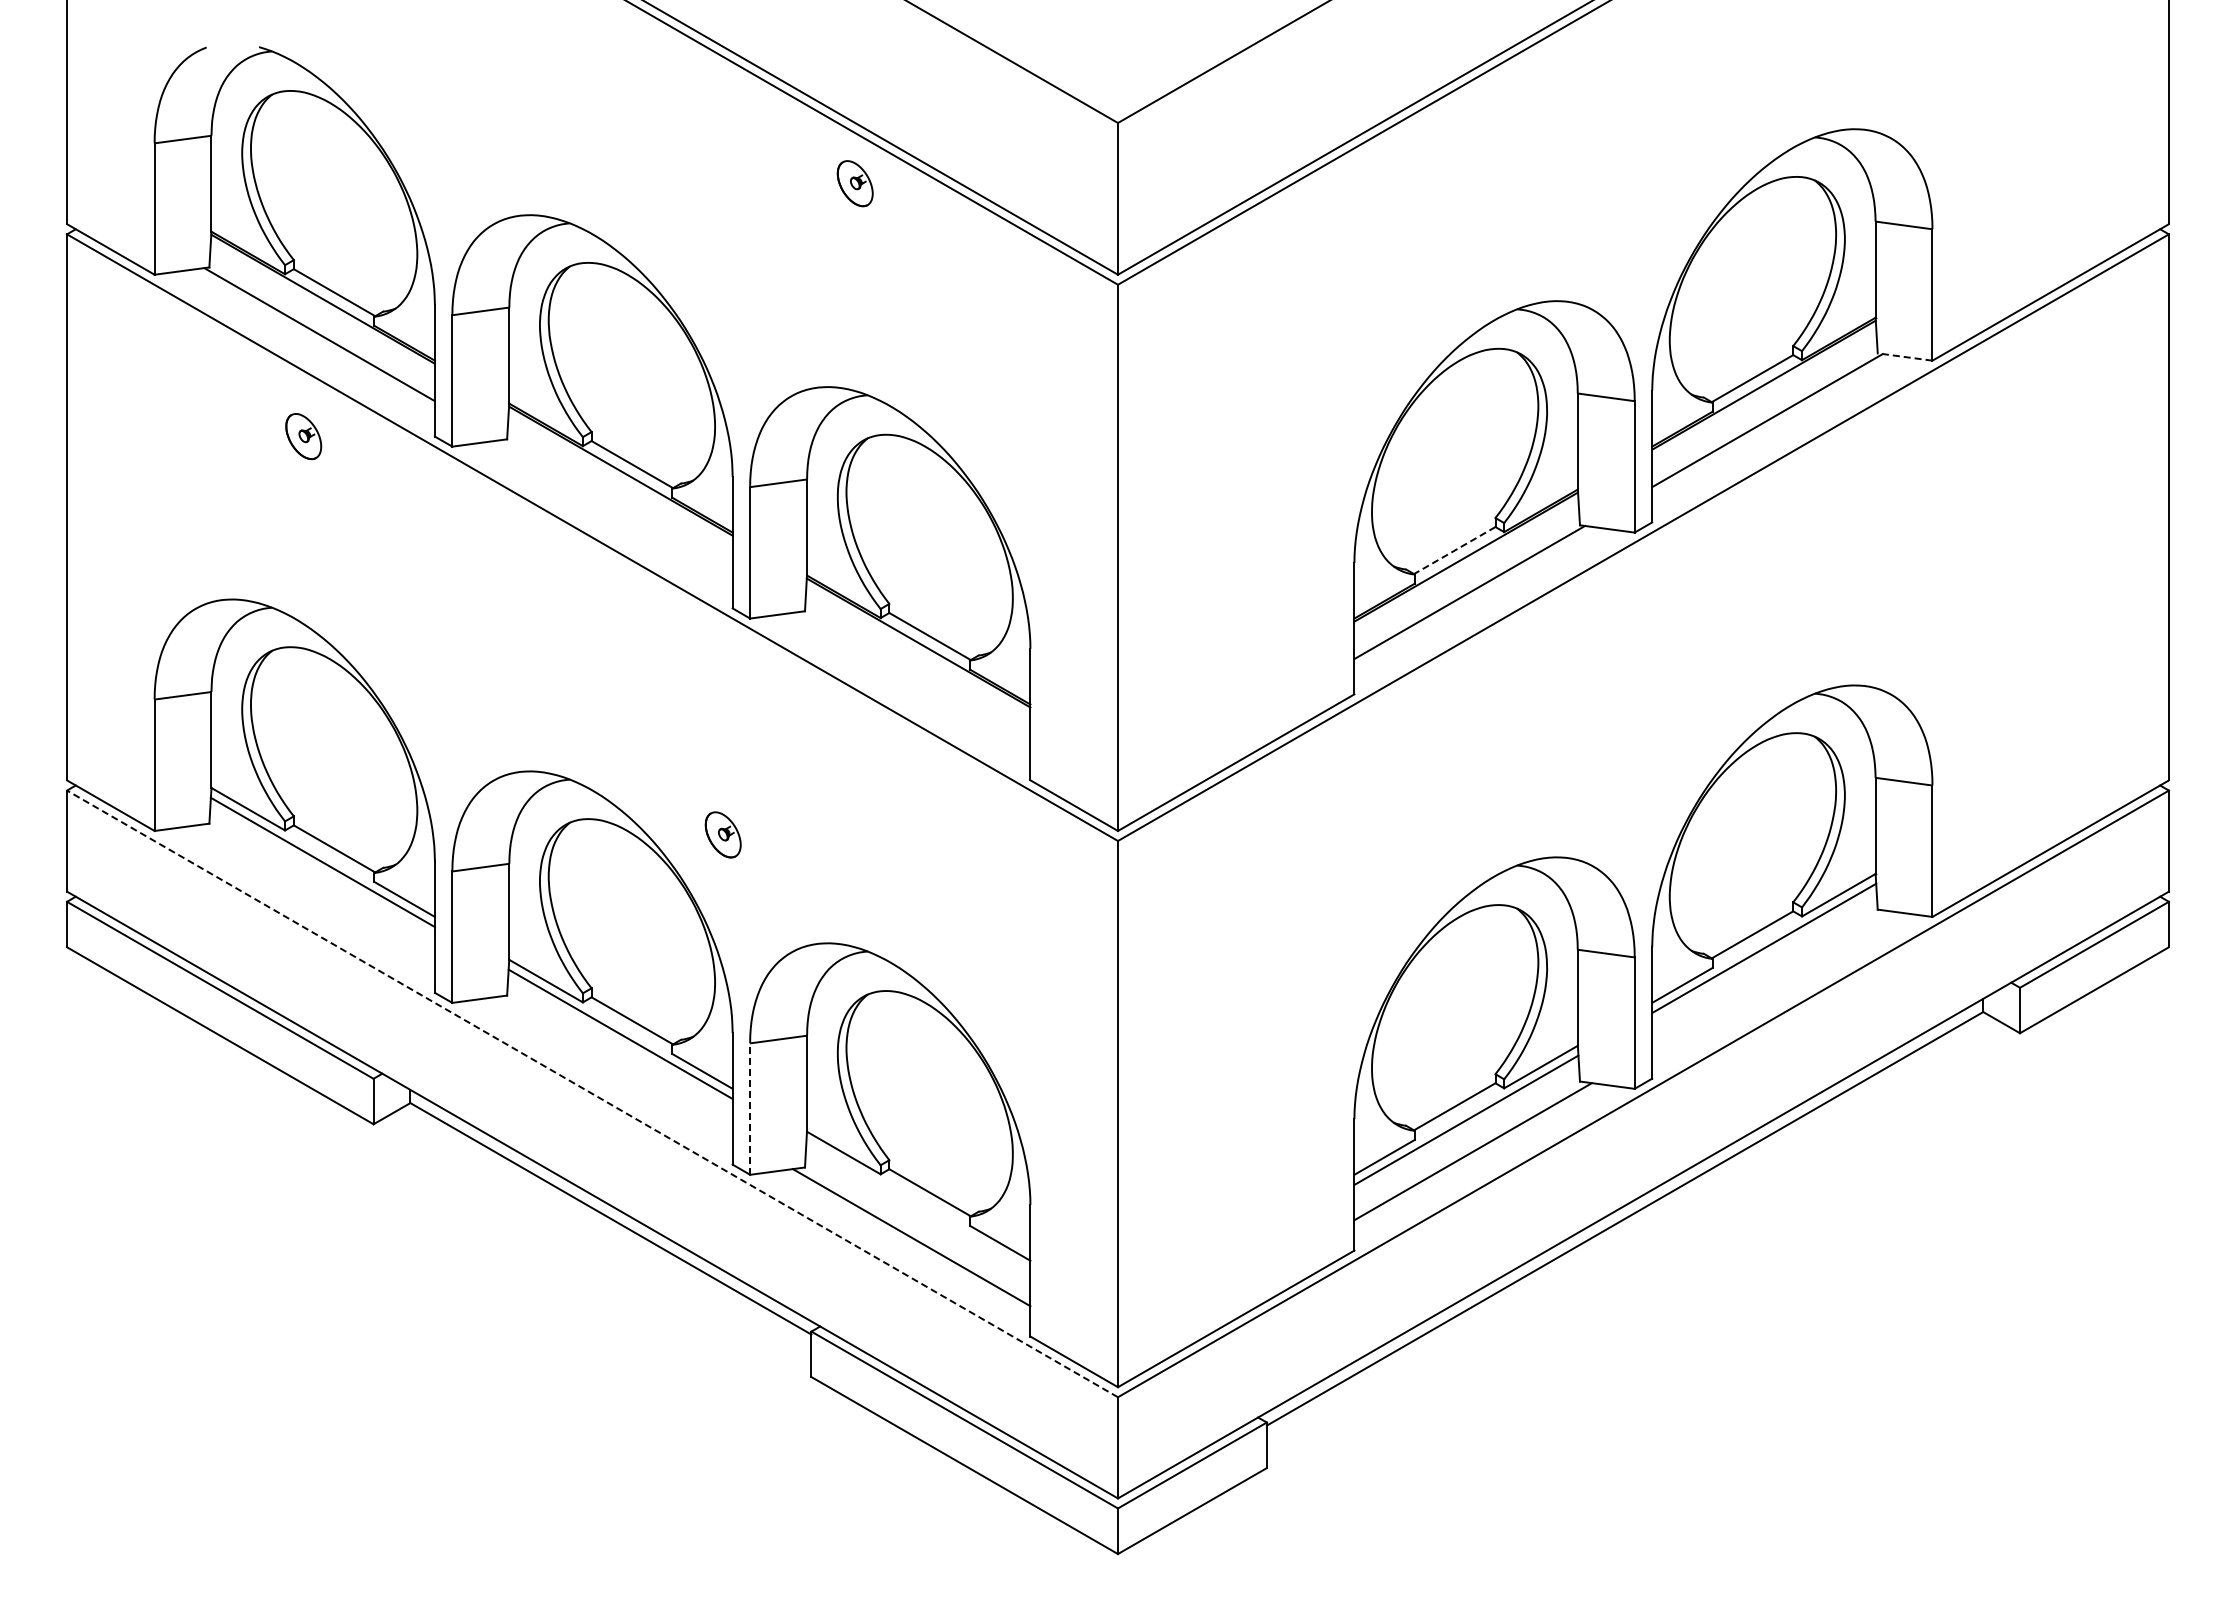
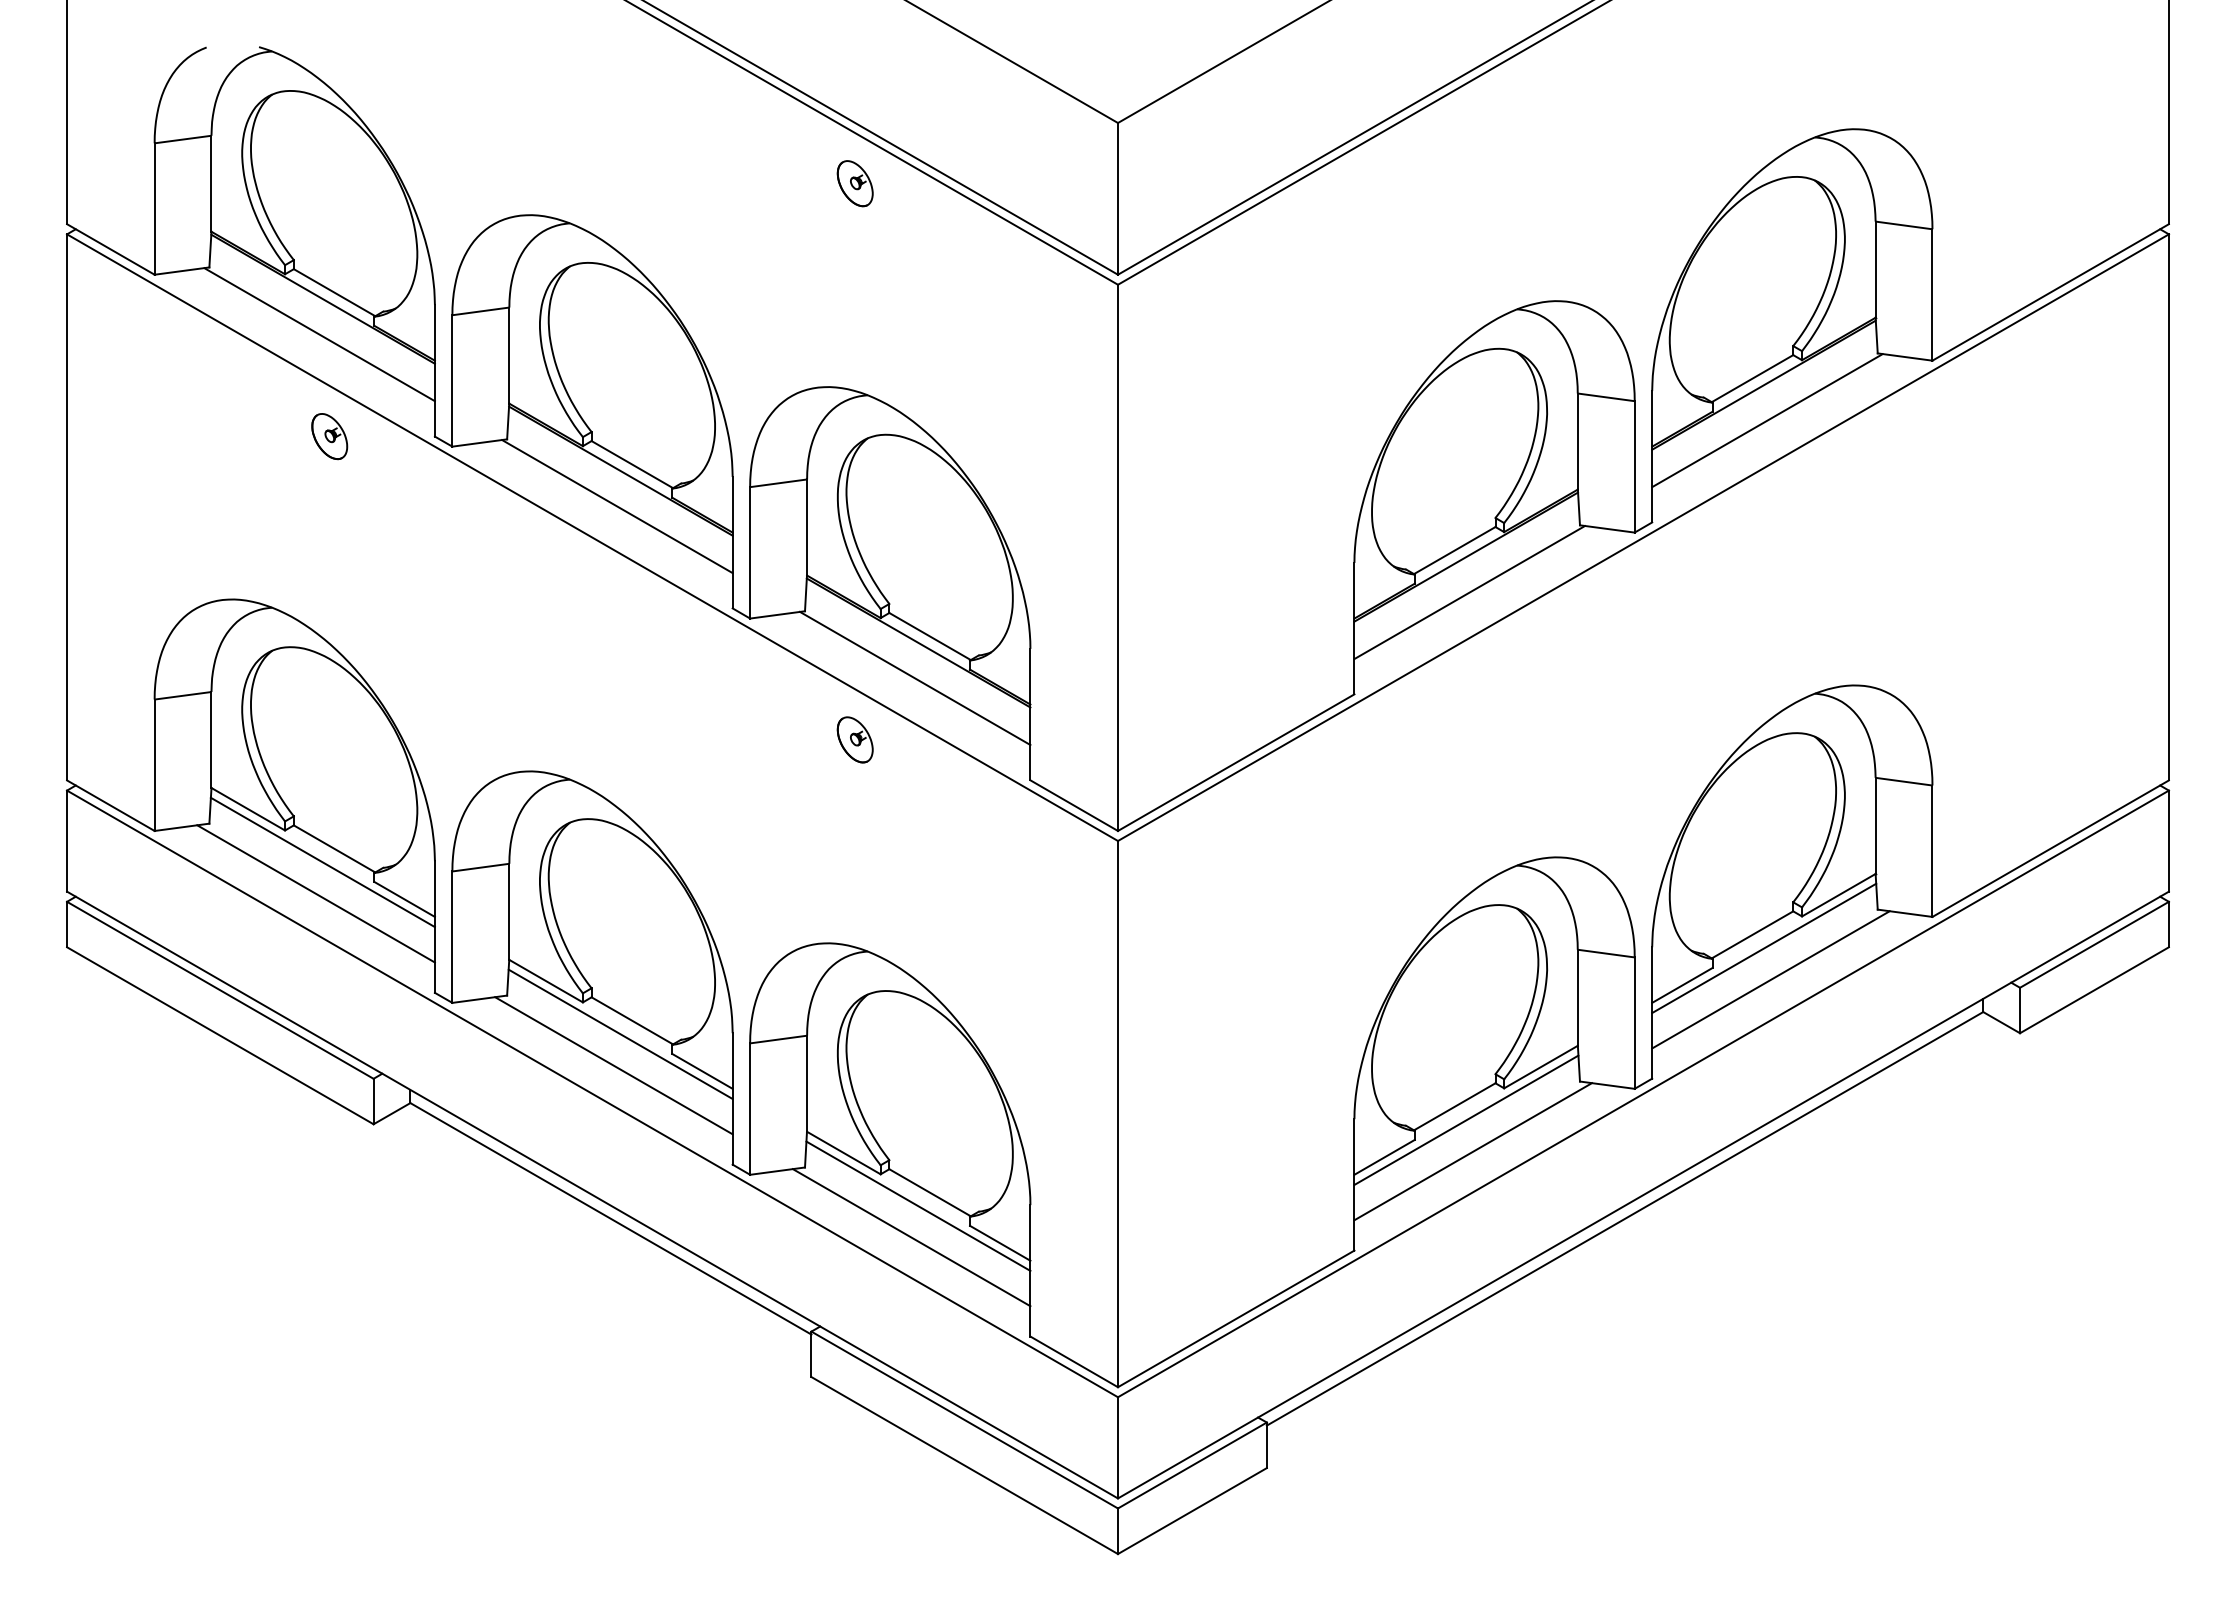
line at (1905, 357): dashed -> solid
part at (303, 436) position: (303, 436) -> (329, 436)
line at (617, 506): none -> present
line at (1454, 550): dashed -> solid
line at (914, 678): none -> present
part at (722, 834) position: (722, 834) -> (854, 739)
line at (315, 893): none -> present
line at (1770, 979): none -> present
line at (613, 1065): none -> present
line at (592, 1093): dashed -> solid
line at (750, 1109): dashed -> solid
line at (918, 1205): none -> present
